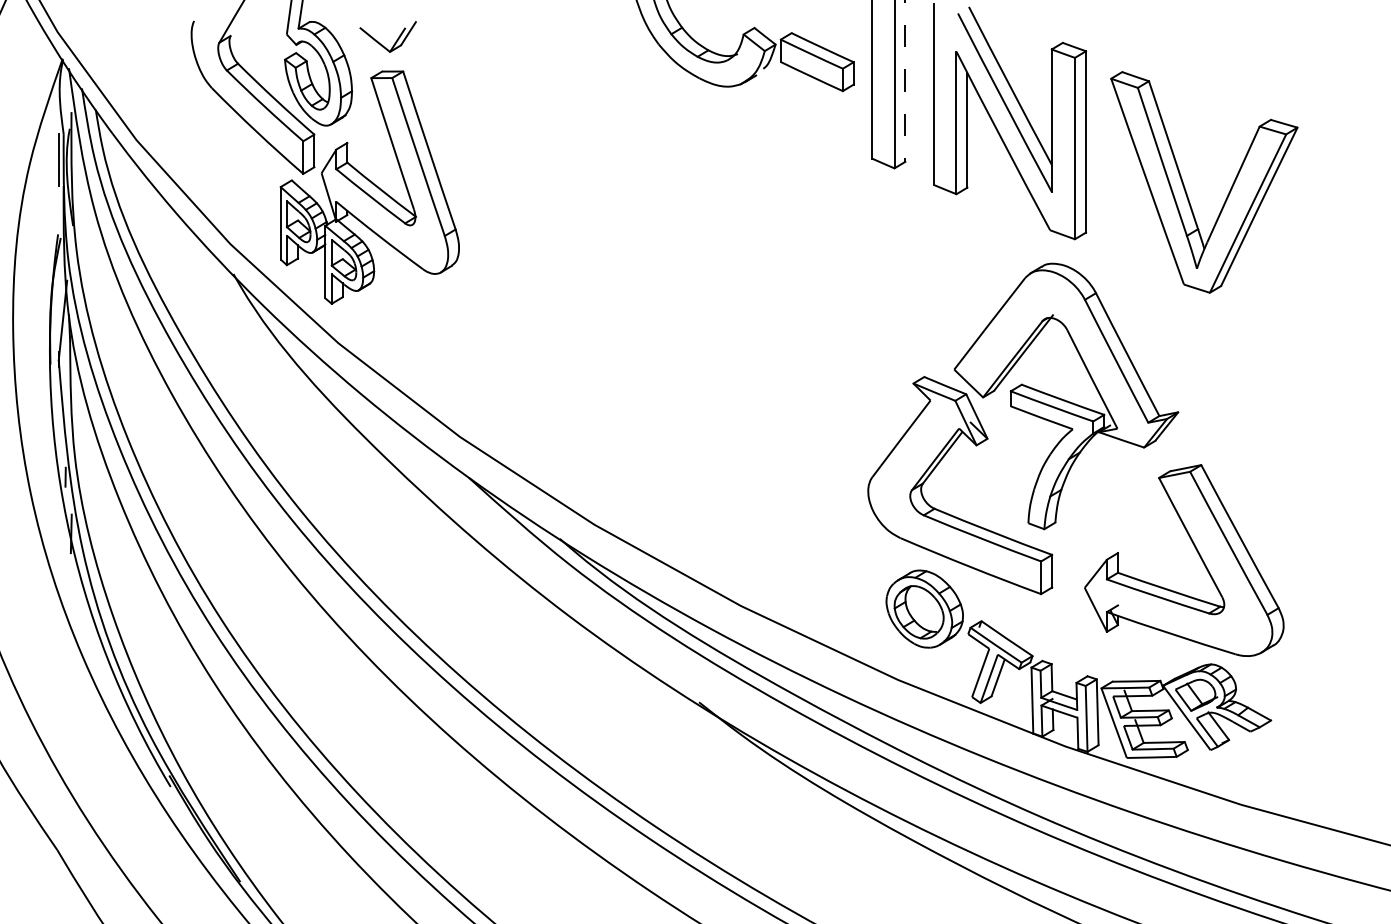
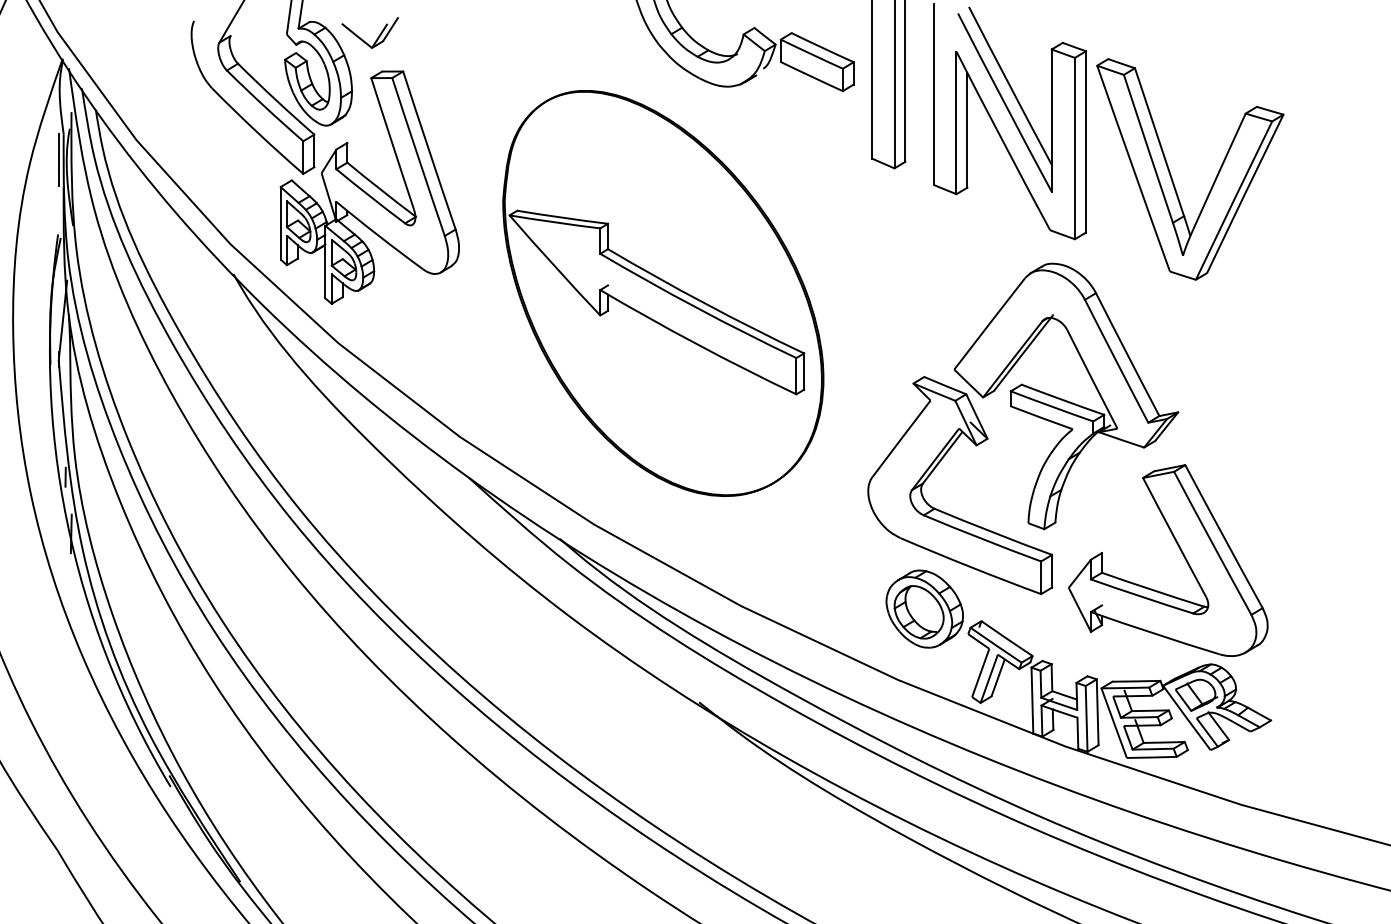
part at (381, 43) position: (381, 43) -> (363, 39)
line at (905, 81): dashed -> solid
part at (1185, 187) position: (1185, 187) -> (1171, 174)
part at (663, 293): none -> present
part at (1197, 553) position: (1197, 553) -> (1181, 553)
